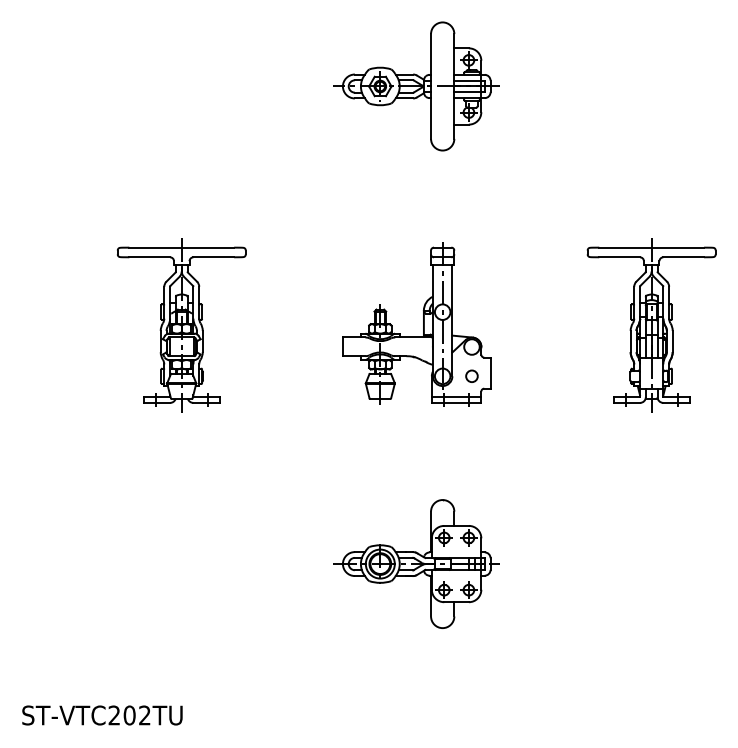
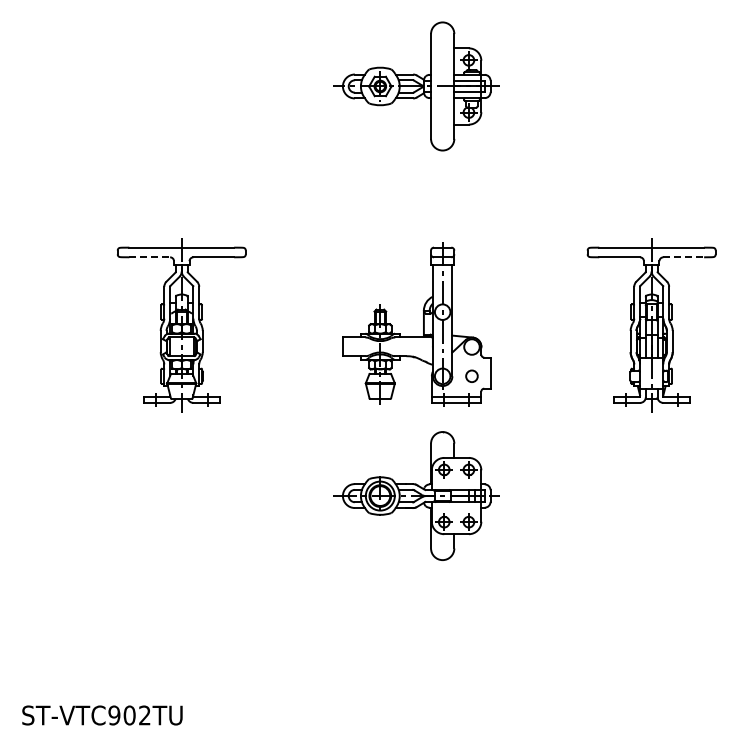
line at (150, 257): solid -> dashed
line at (684, 257): solid -> dashed
part at (416, 563) position: (416, 563) -> (416, 495)
text at (114, 715): ST-VTC202TU -> ST-VTC902TU
